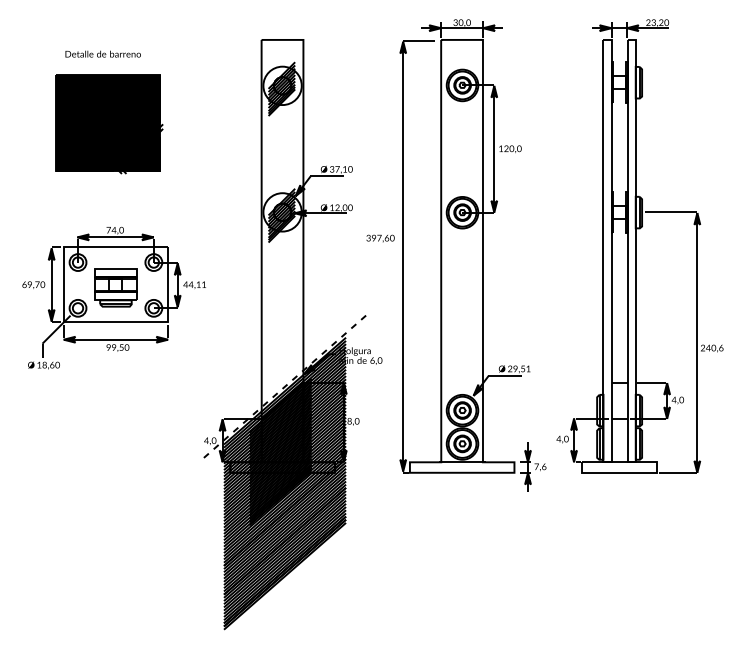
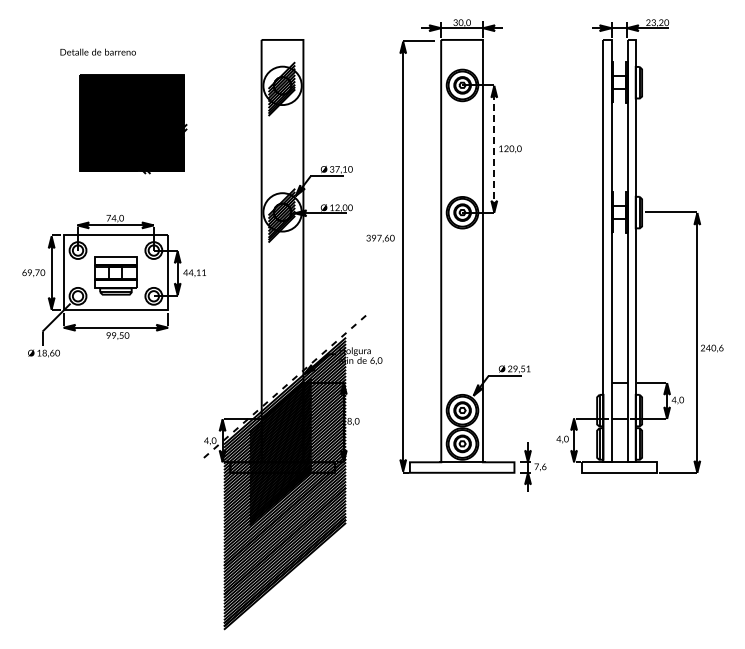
text at (102, 53) position: (102, 53) -> (97, 51)
part at (109, 124) position: (109, 124) -> (133, 124)
line at (494, 149): solid -> dashed
part at (113, 297) position: (113, 297) -> (113, 285)
